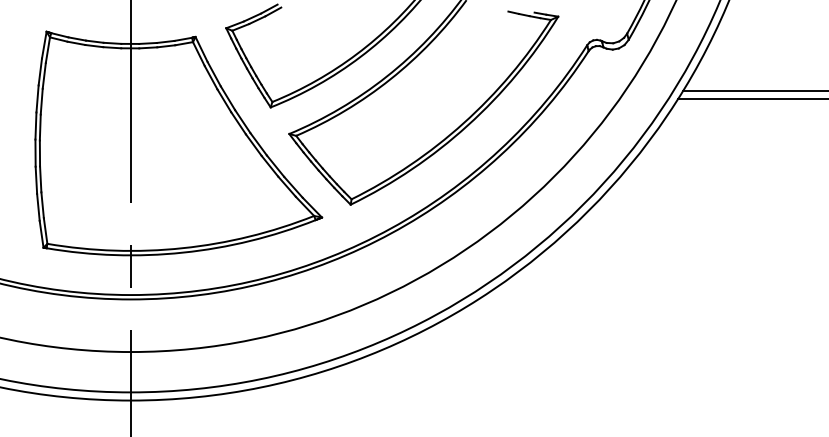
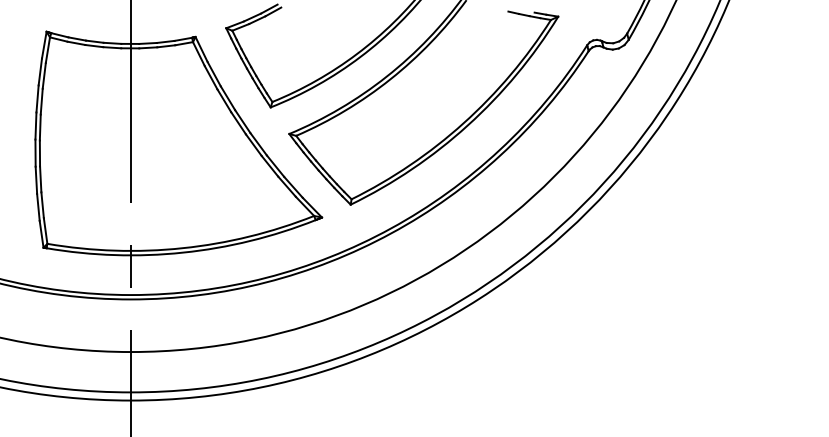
line at (753, 91): present -> none
line at (751, 98): present -> none
